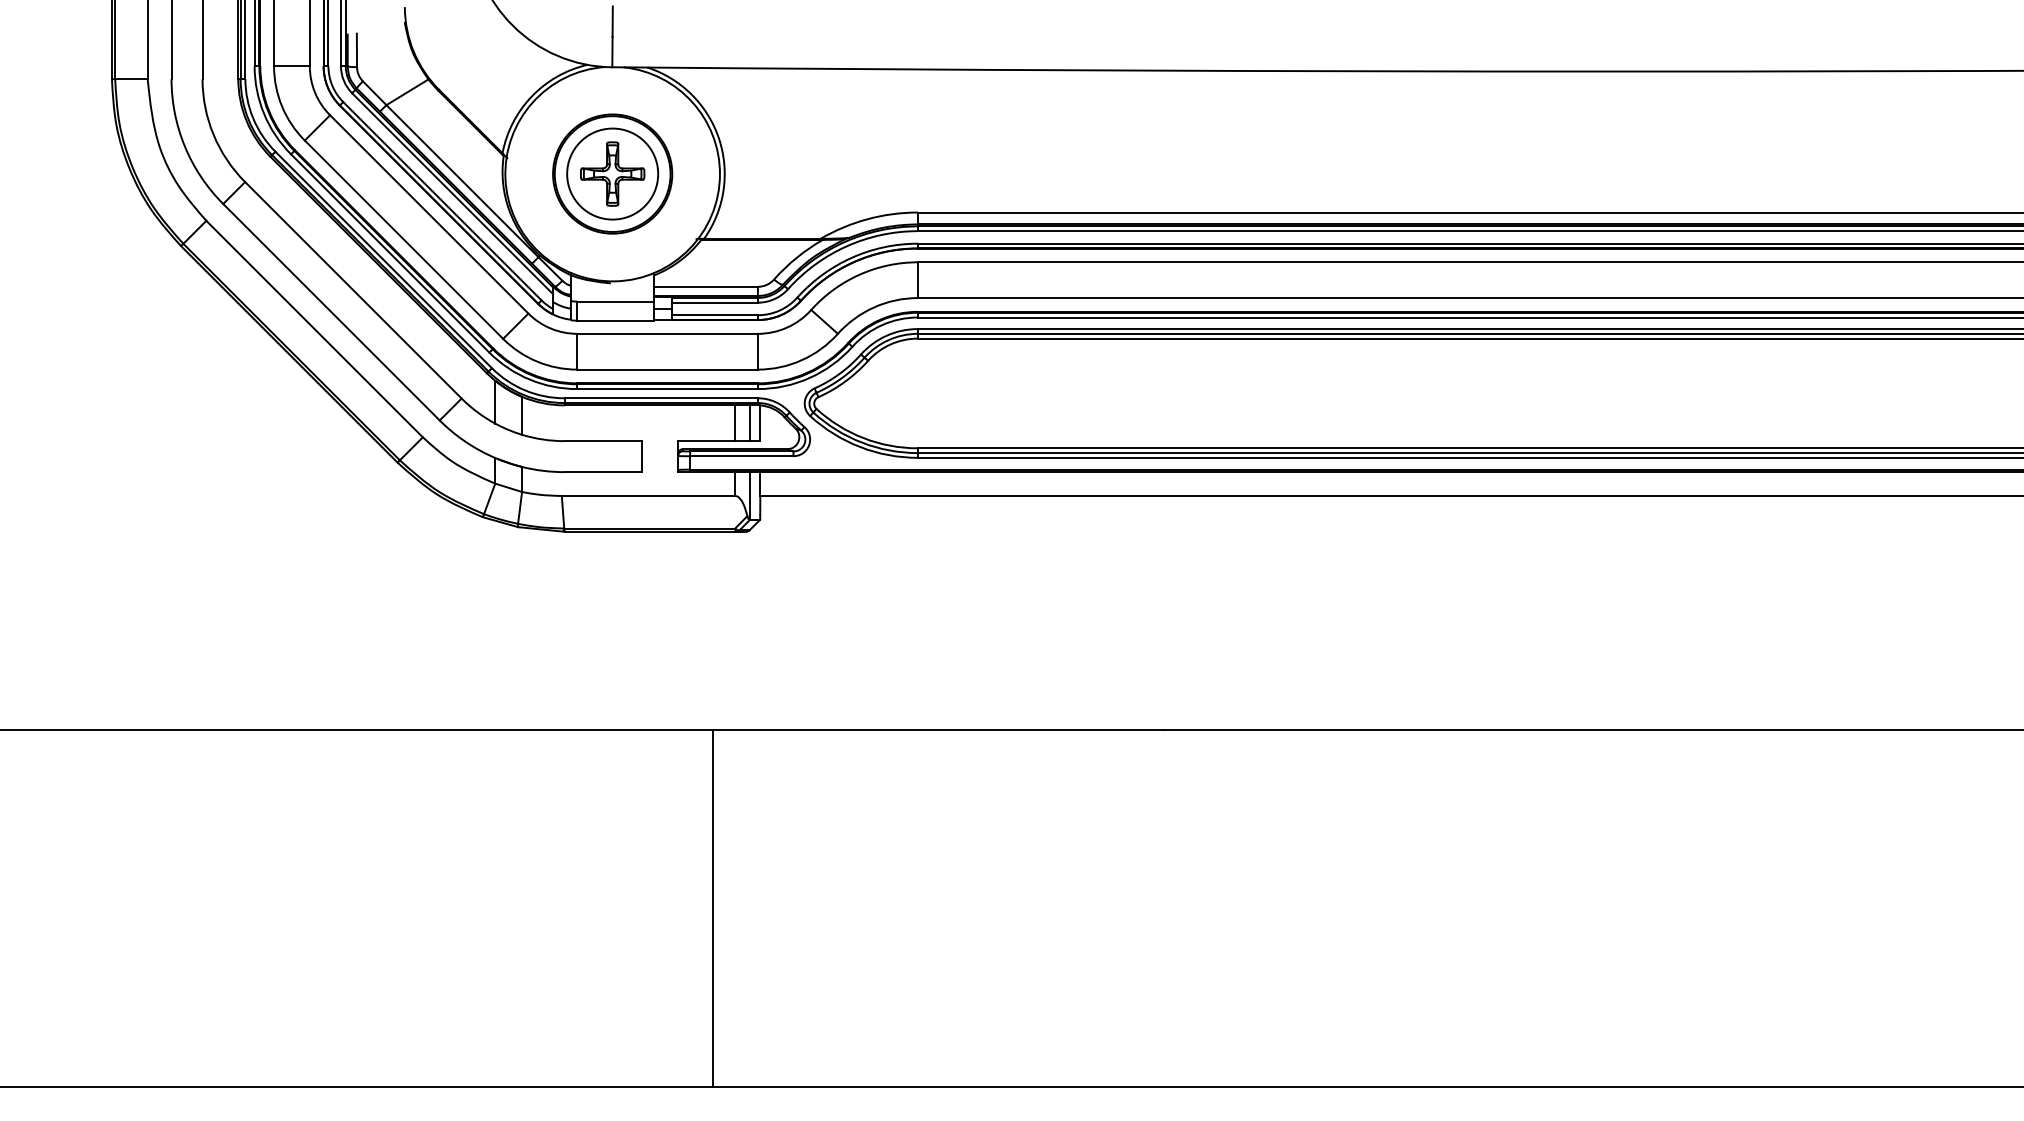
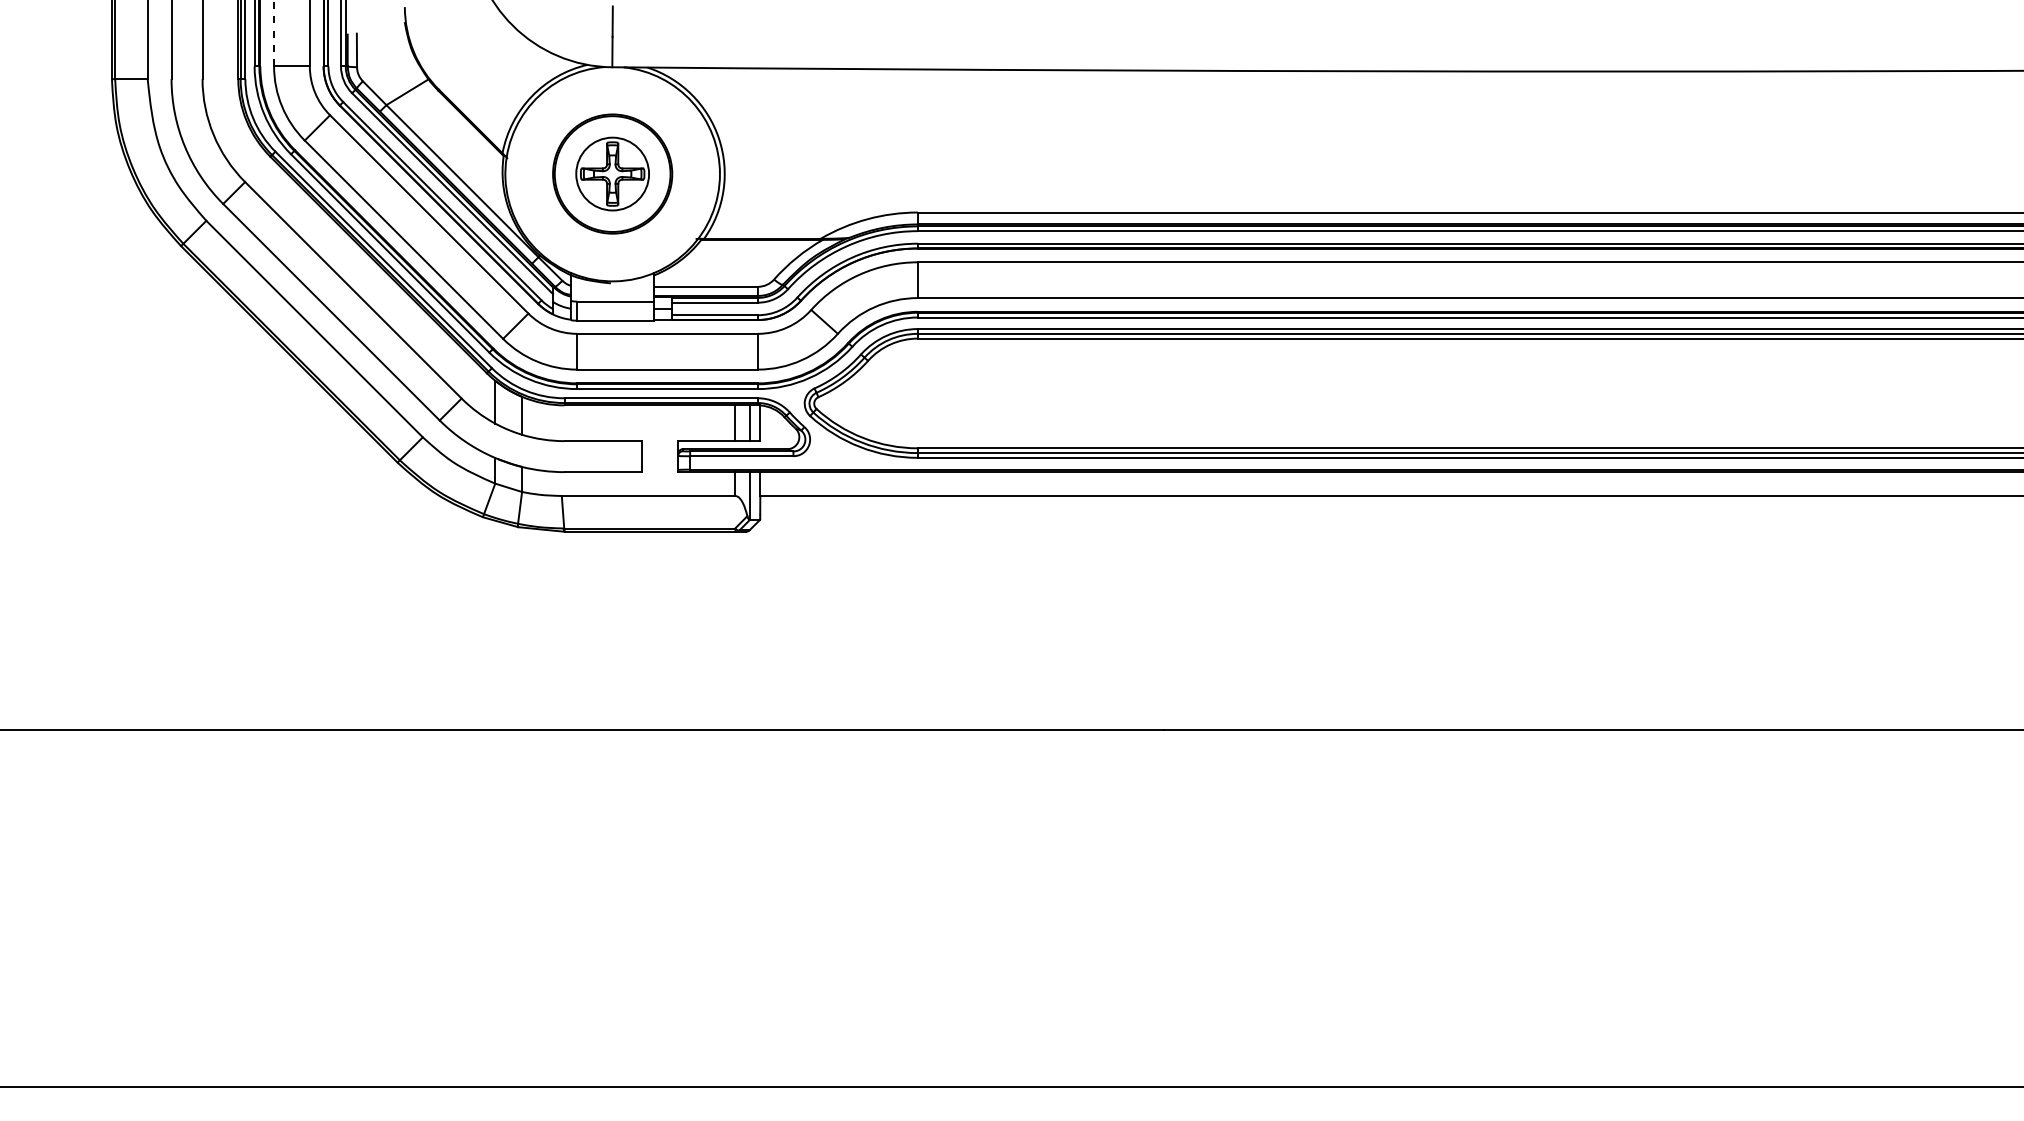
line at (274, 33): solid -> dashed
circle at (612, 173) diameter: 91 px -> 73 px
line at (713, 908): present -> none
